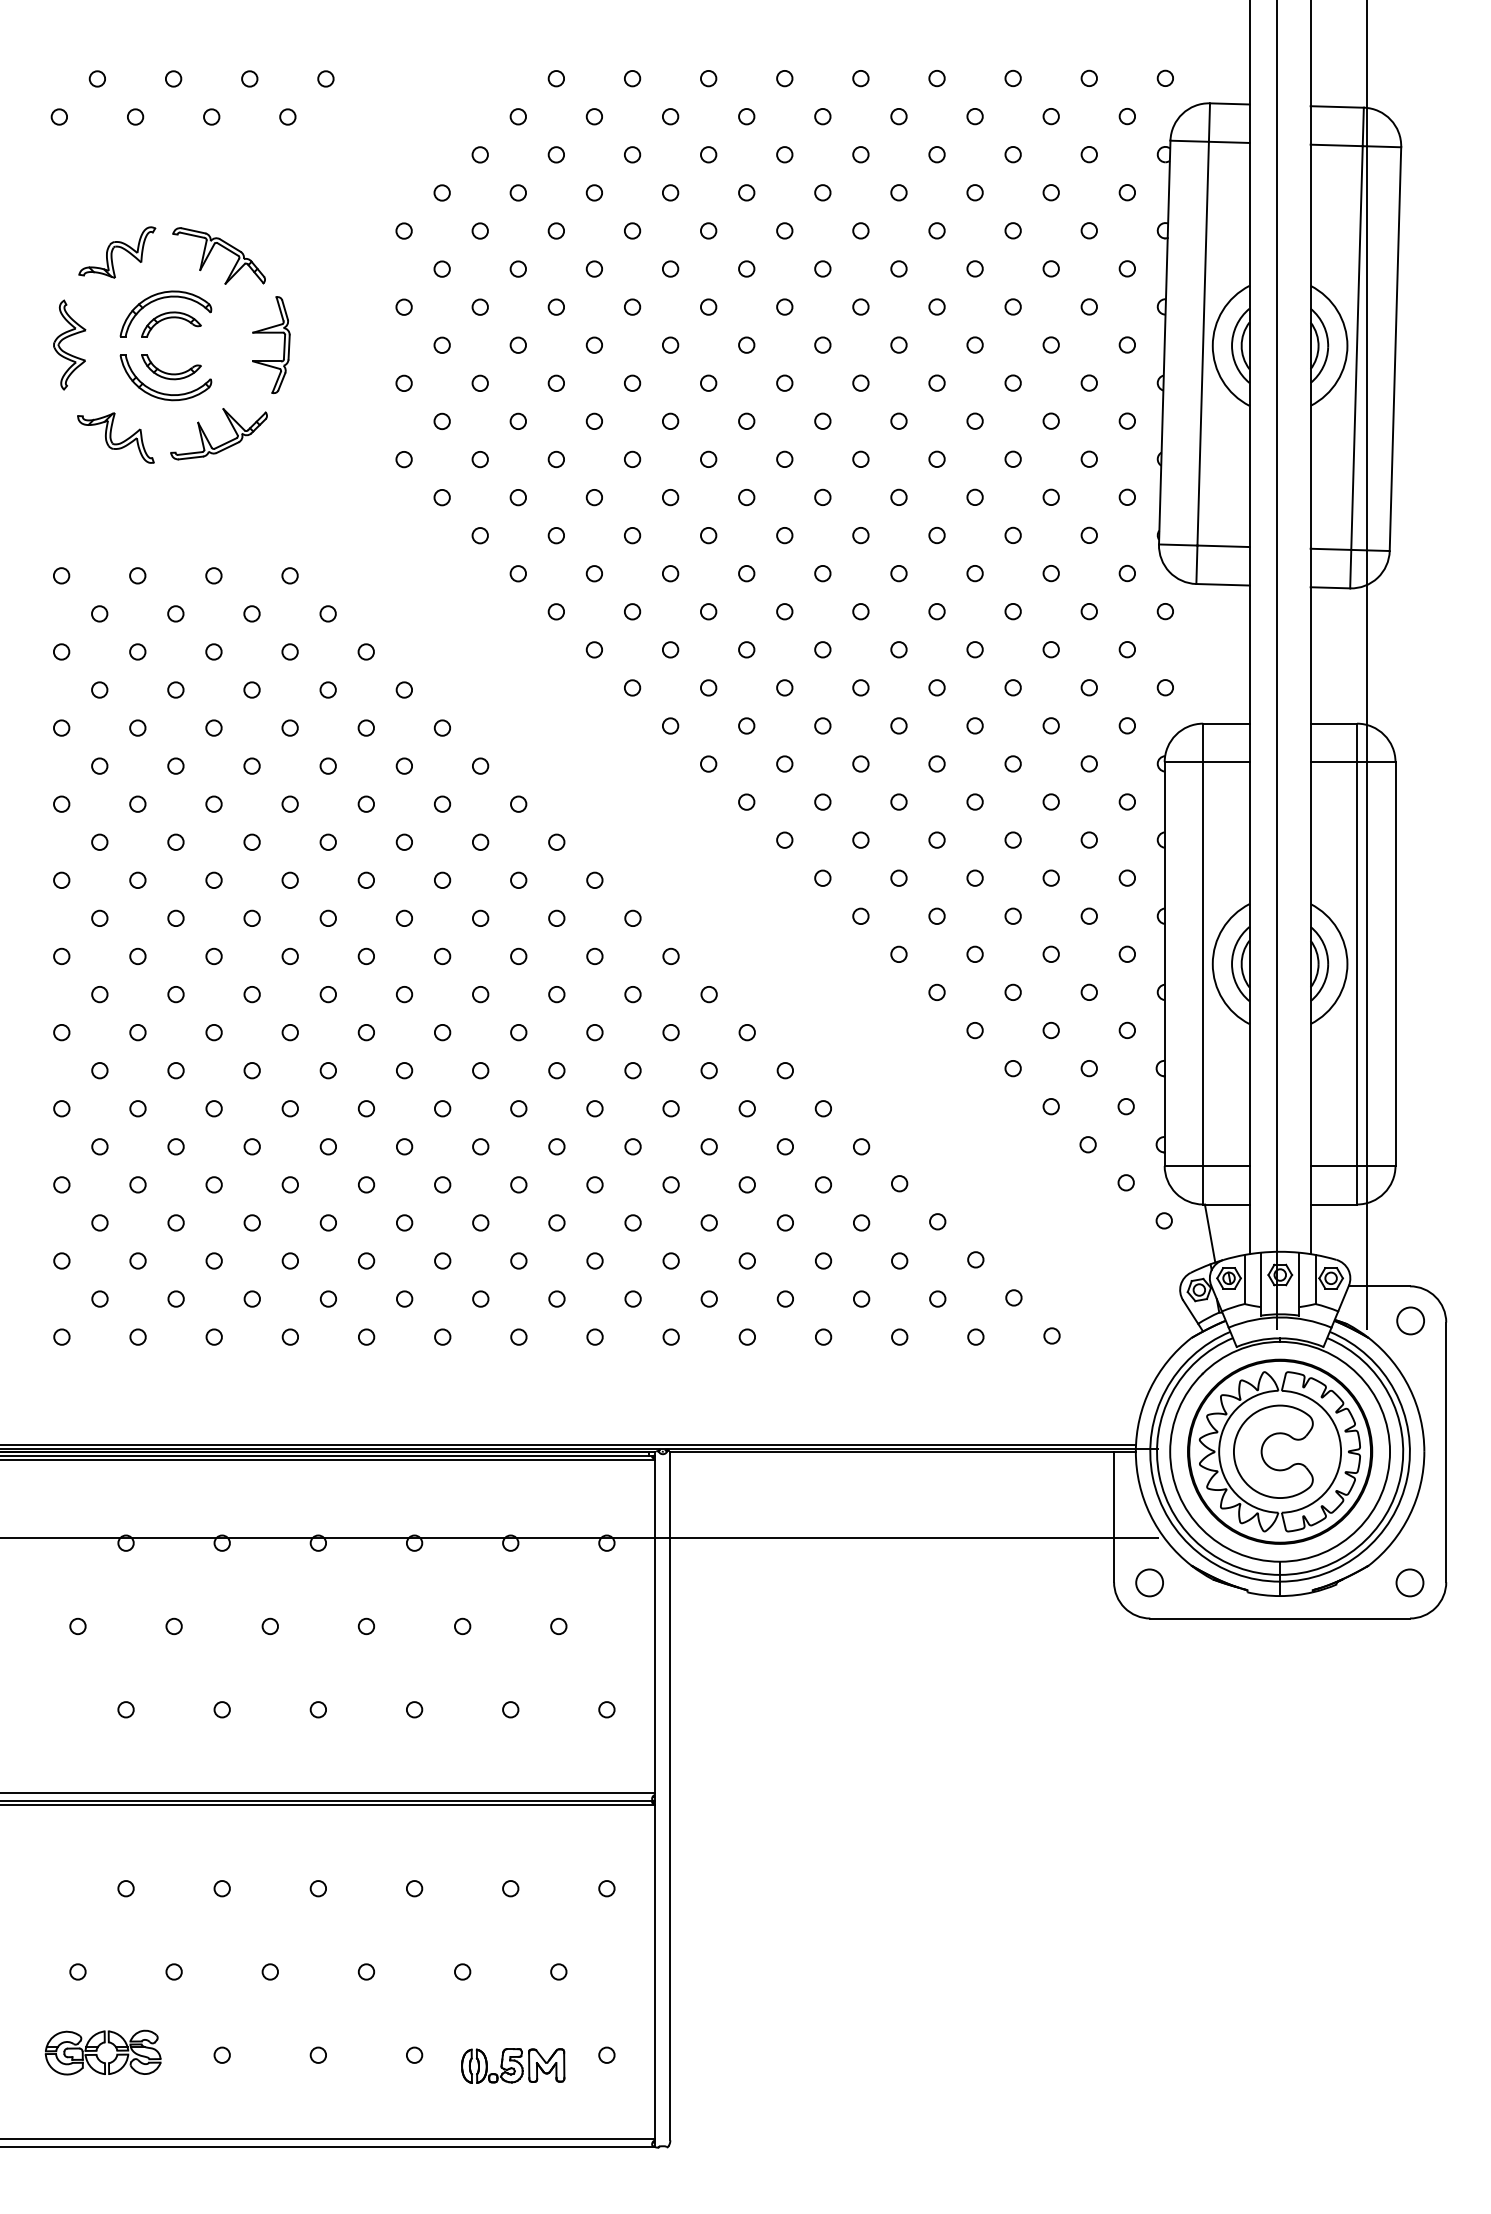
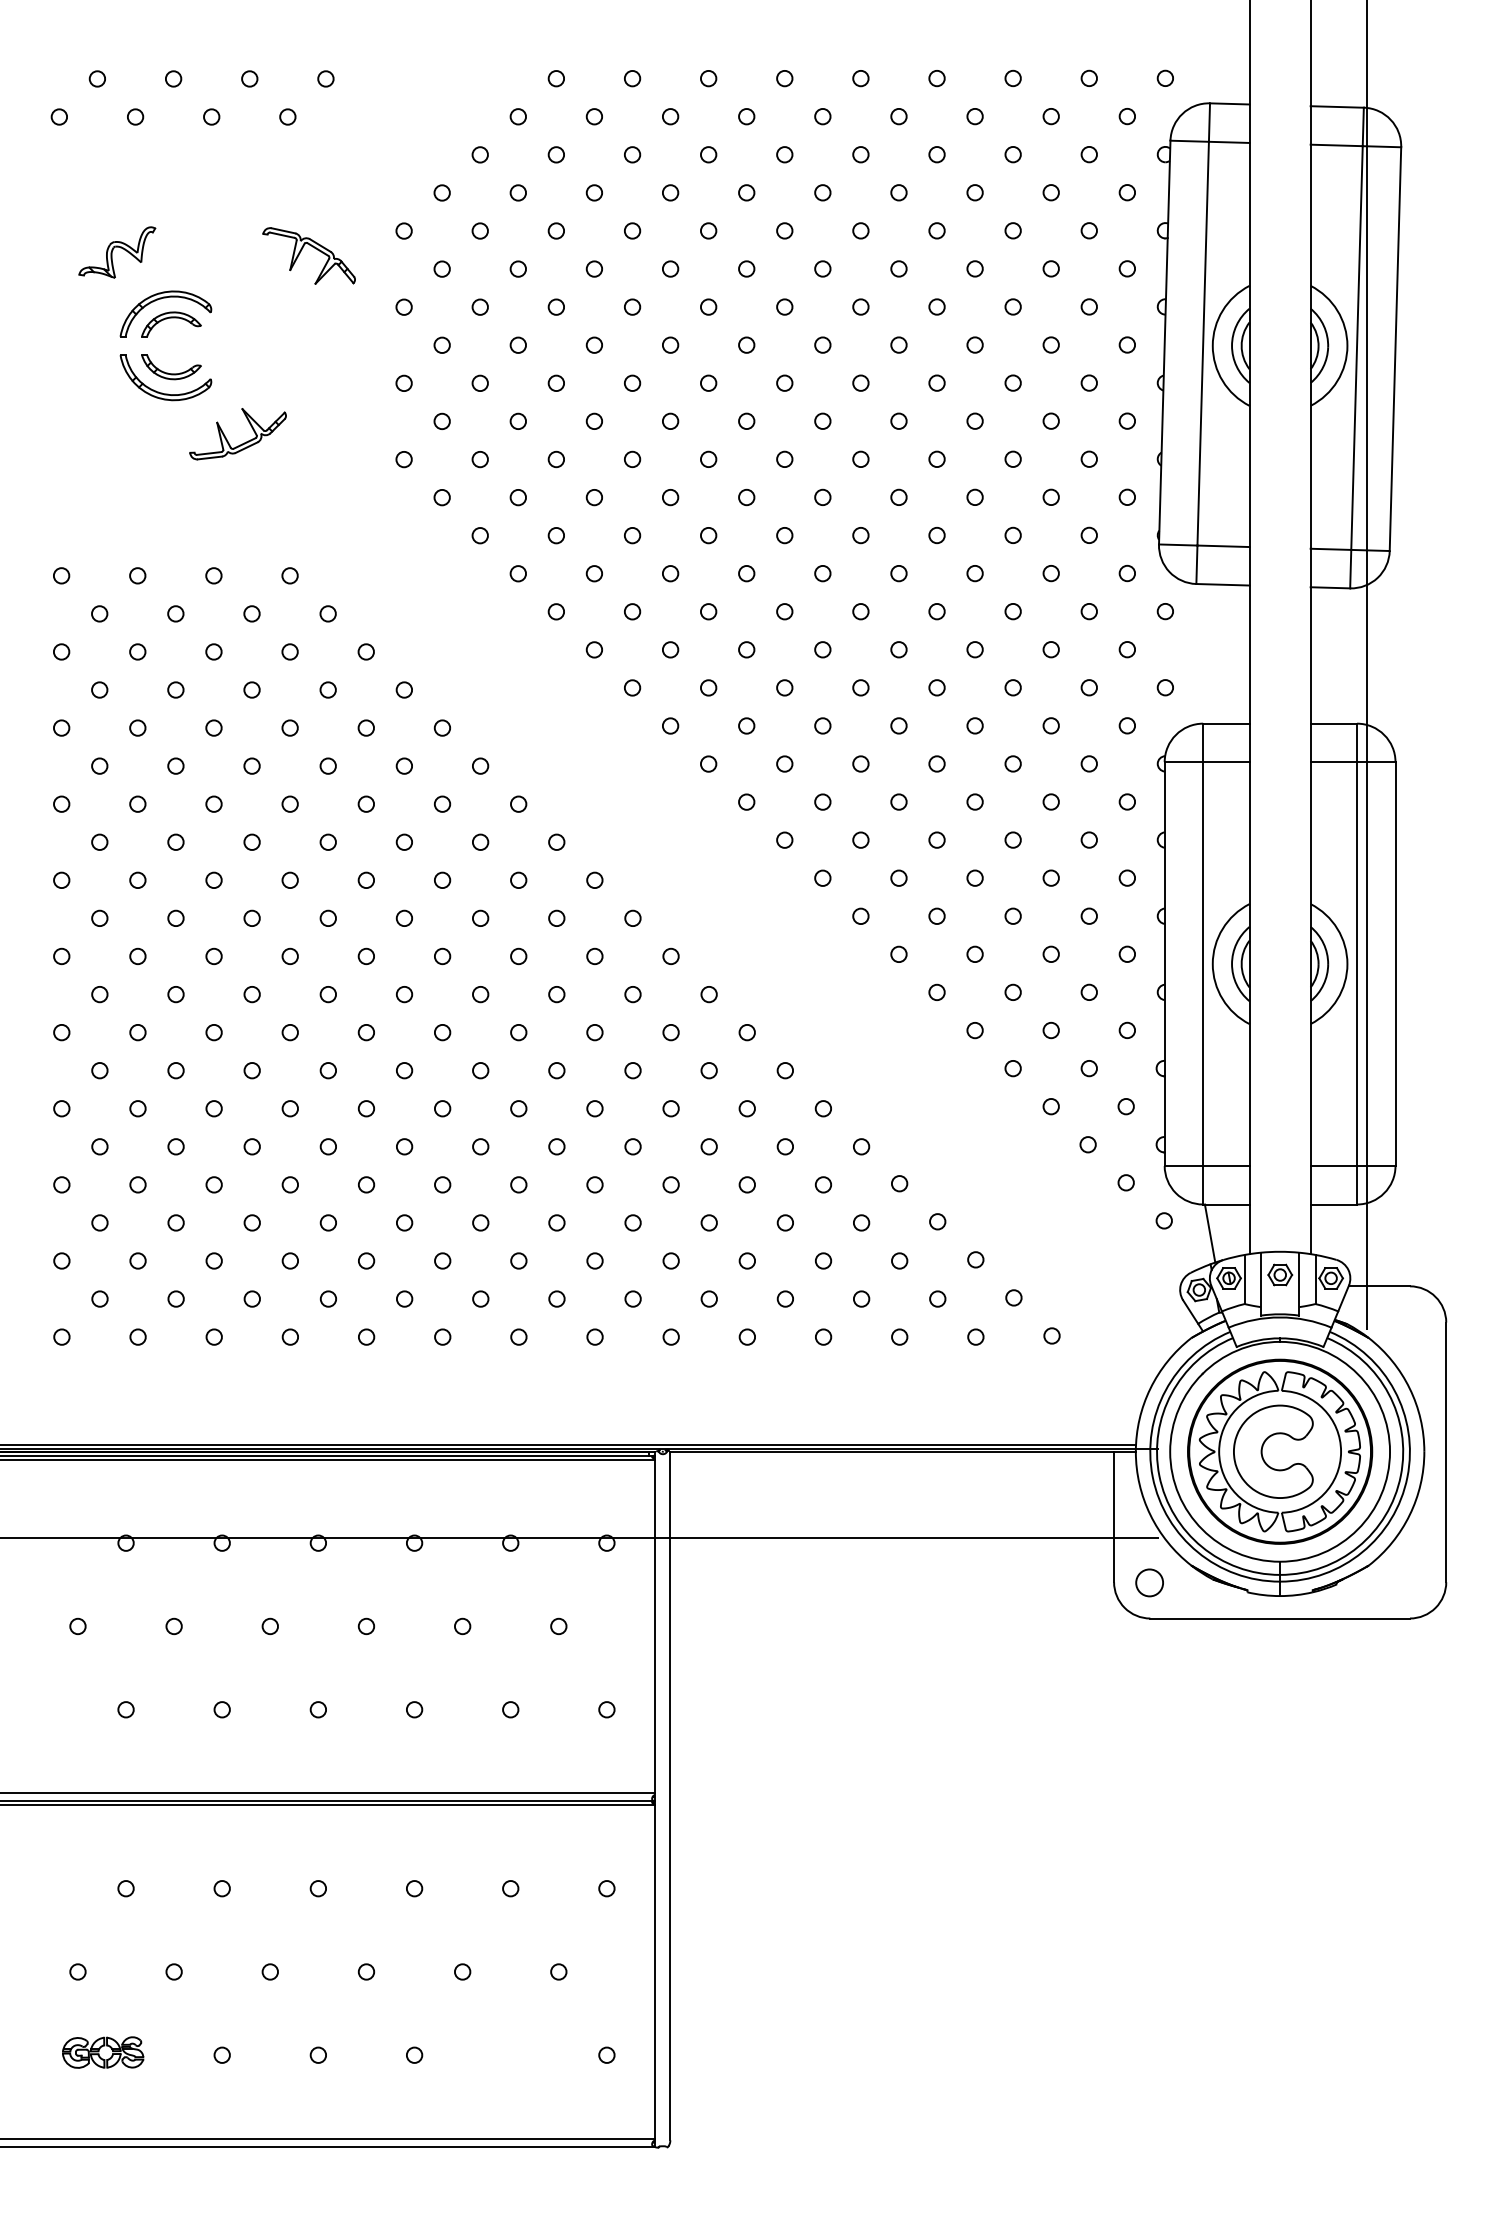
part at (211, 251) position: (211, 251) -> (301, 251)
part at (271, 333): present -> none
part at (66, 338): present -> none
part at (115, 437): present -> none
part at (223, 443) position: (223, 443) -> (242, 443)
line at (1276, 666): present -> none
circle at (1410, 1320): present -> none
circle at (1409, 1582): present -> none
part at (102, 2052) size: 118x47 px -> 83x33 px
part at (513, 2065): present -> none
